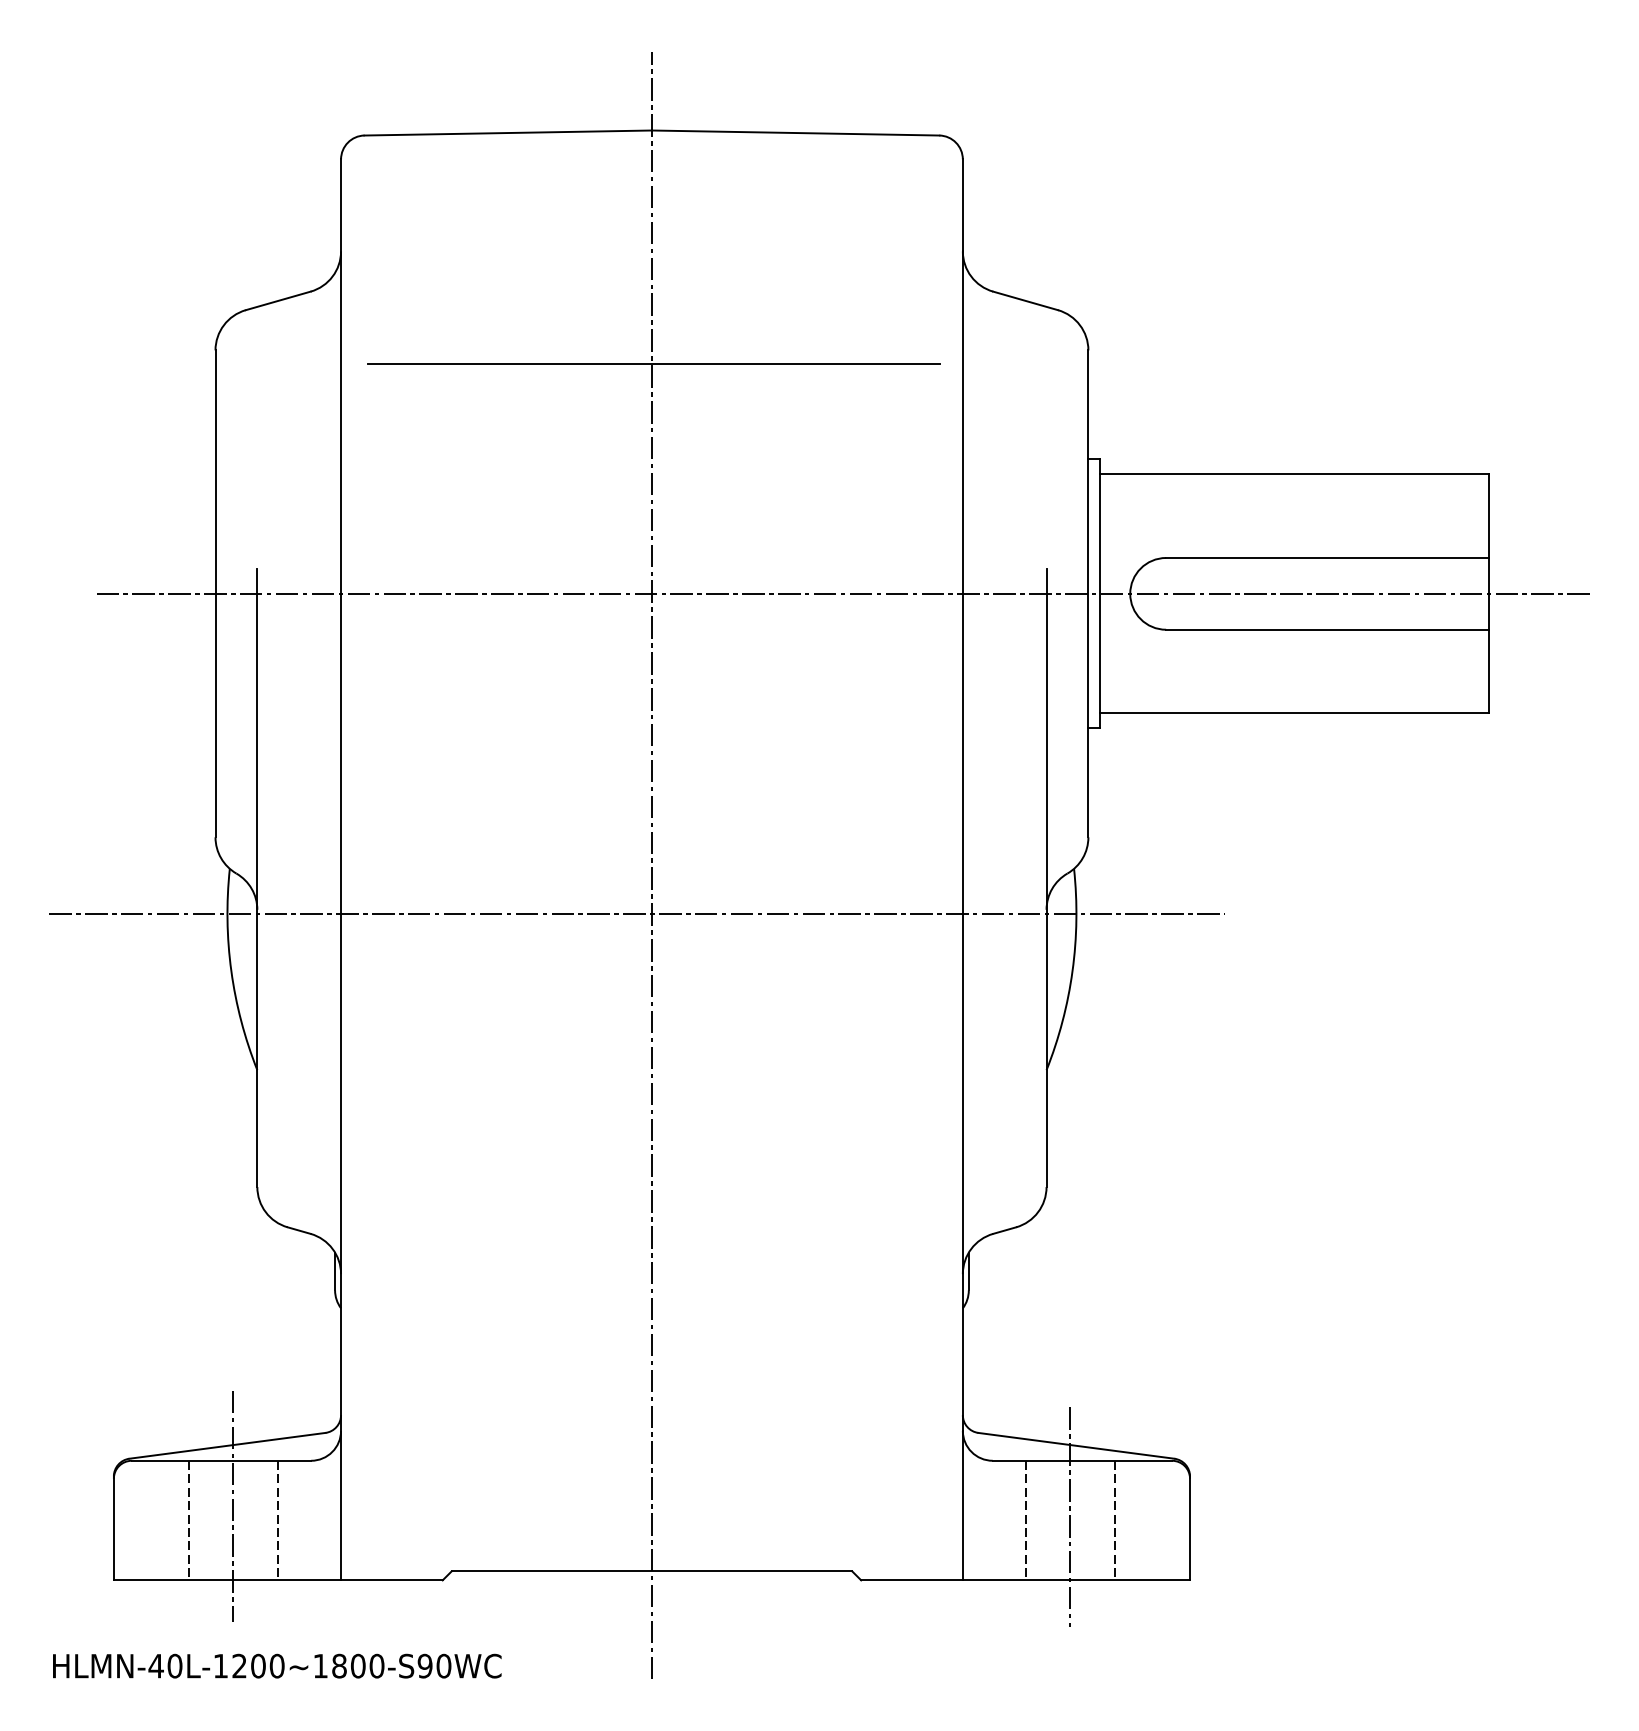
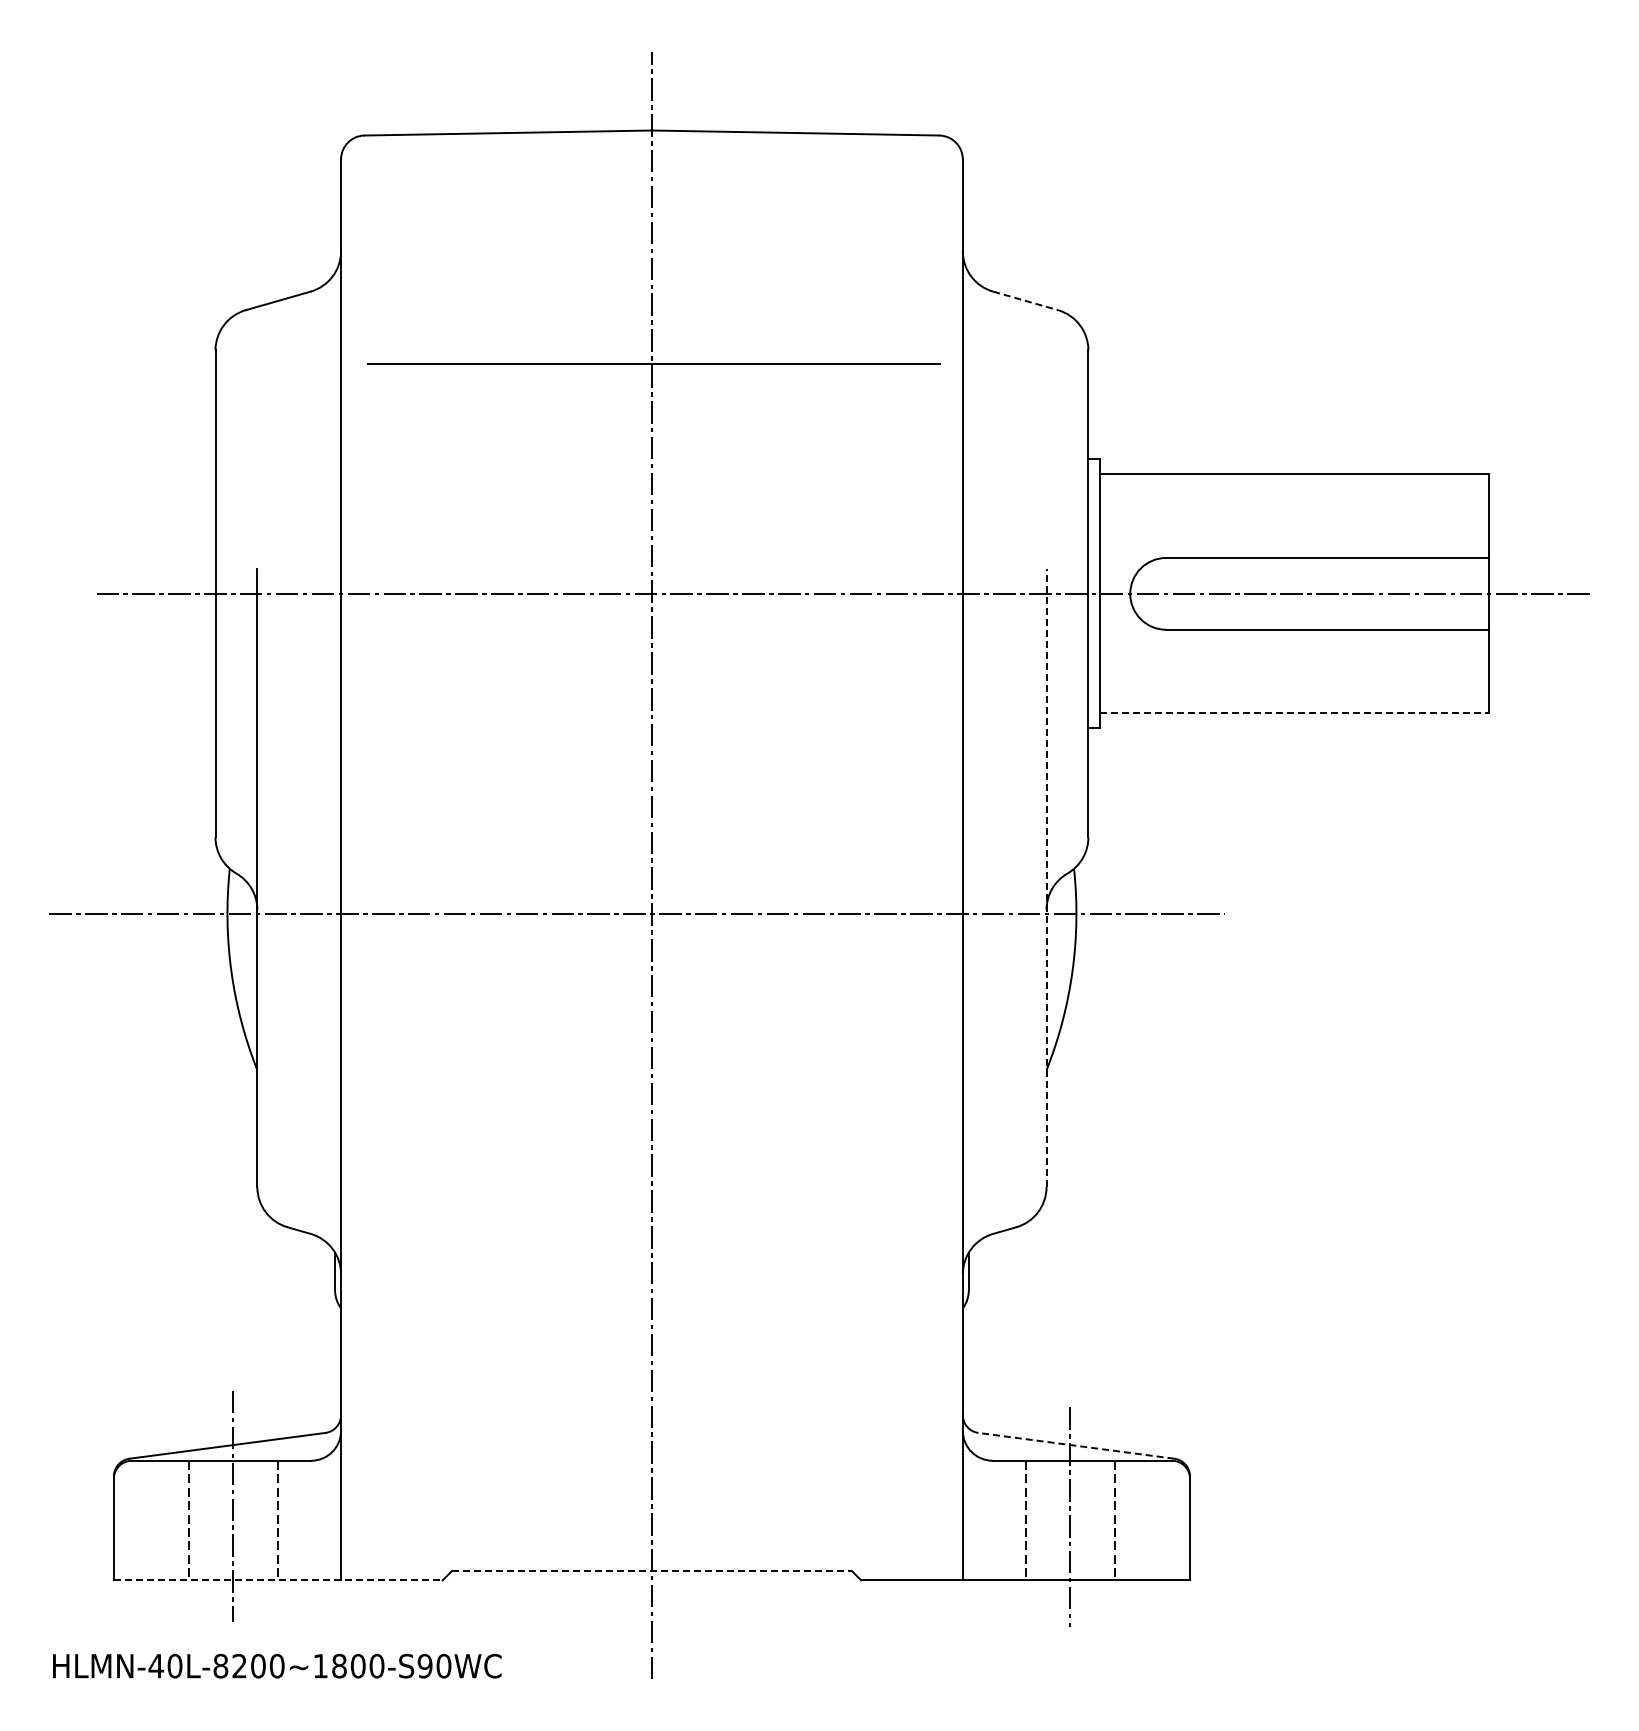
line at (1025, 300): solid -> dashed
line at (1295, 713): solid -> dashed
line at (1046, 878): solid -> dashed
line at (1076, 1445): solid -> dashed
line at (652, 1571): solid -> dashed
line at (278, 1580): solid -> dashed
text at (220, 1665): HLMN-40L-1200~1800-S90WC -> HLMN-40L-8200~1800-S90WC
